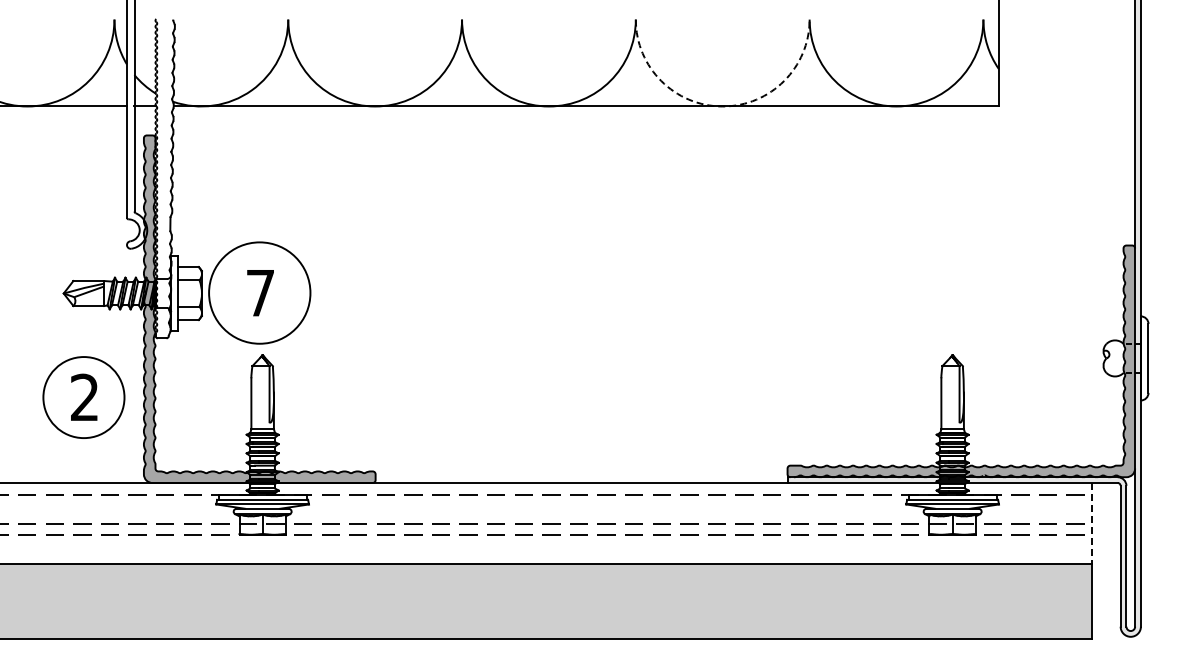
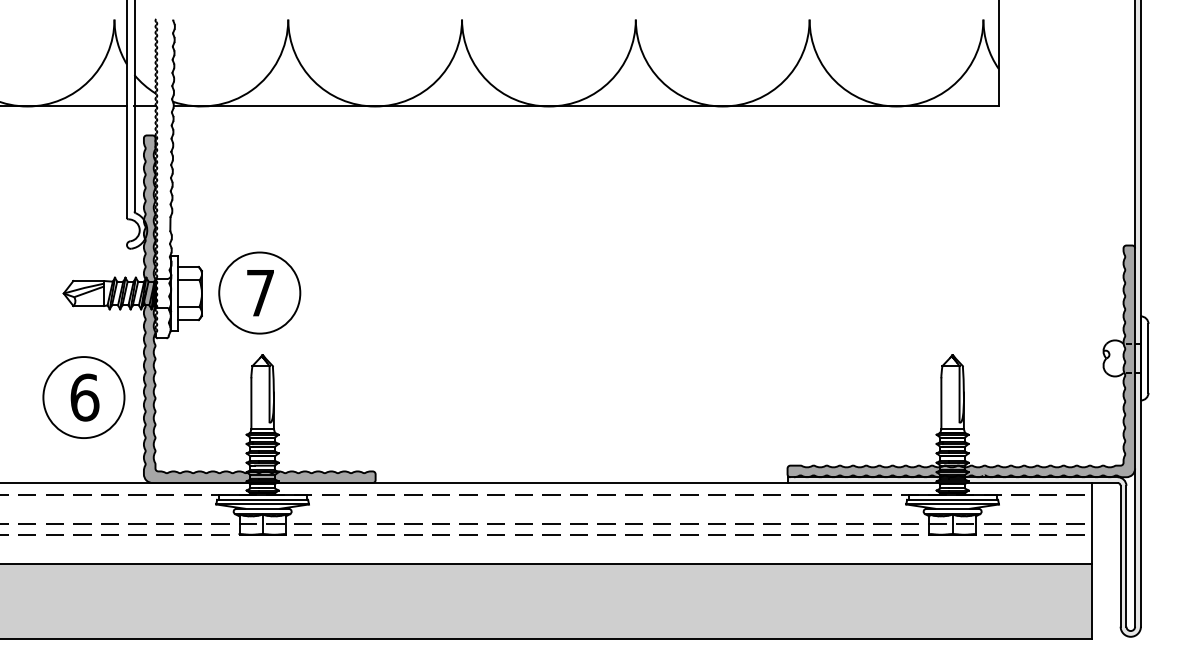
arc at (722, 106): dashed -> solid
circle at (259, 292) diameter: 101 px -> 81 px
text at (84, 397): 2 -> 6
line at (1091, 523): dashed -> solid
